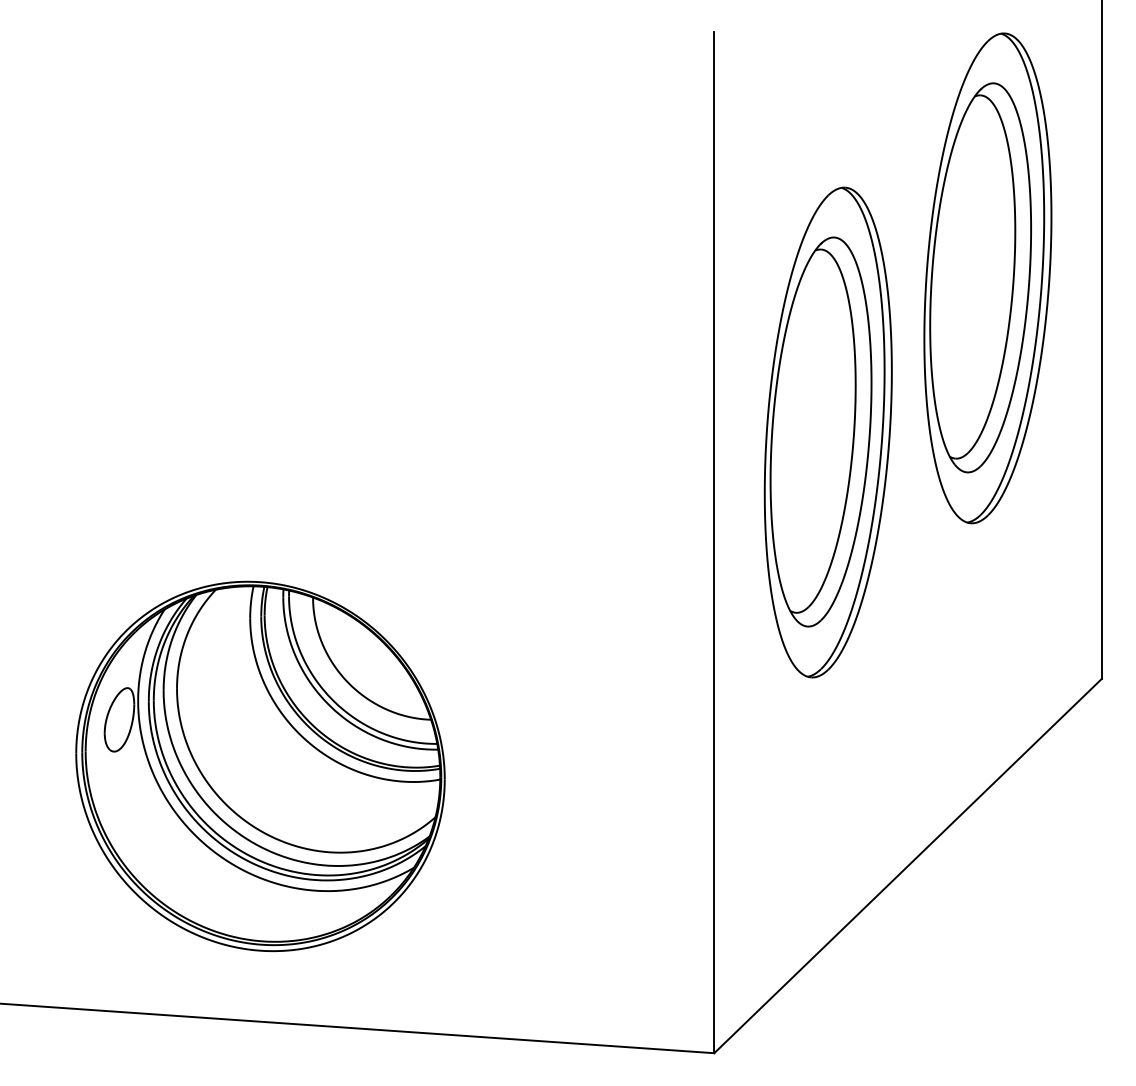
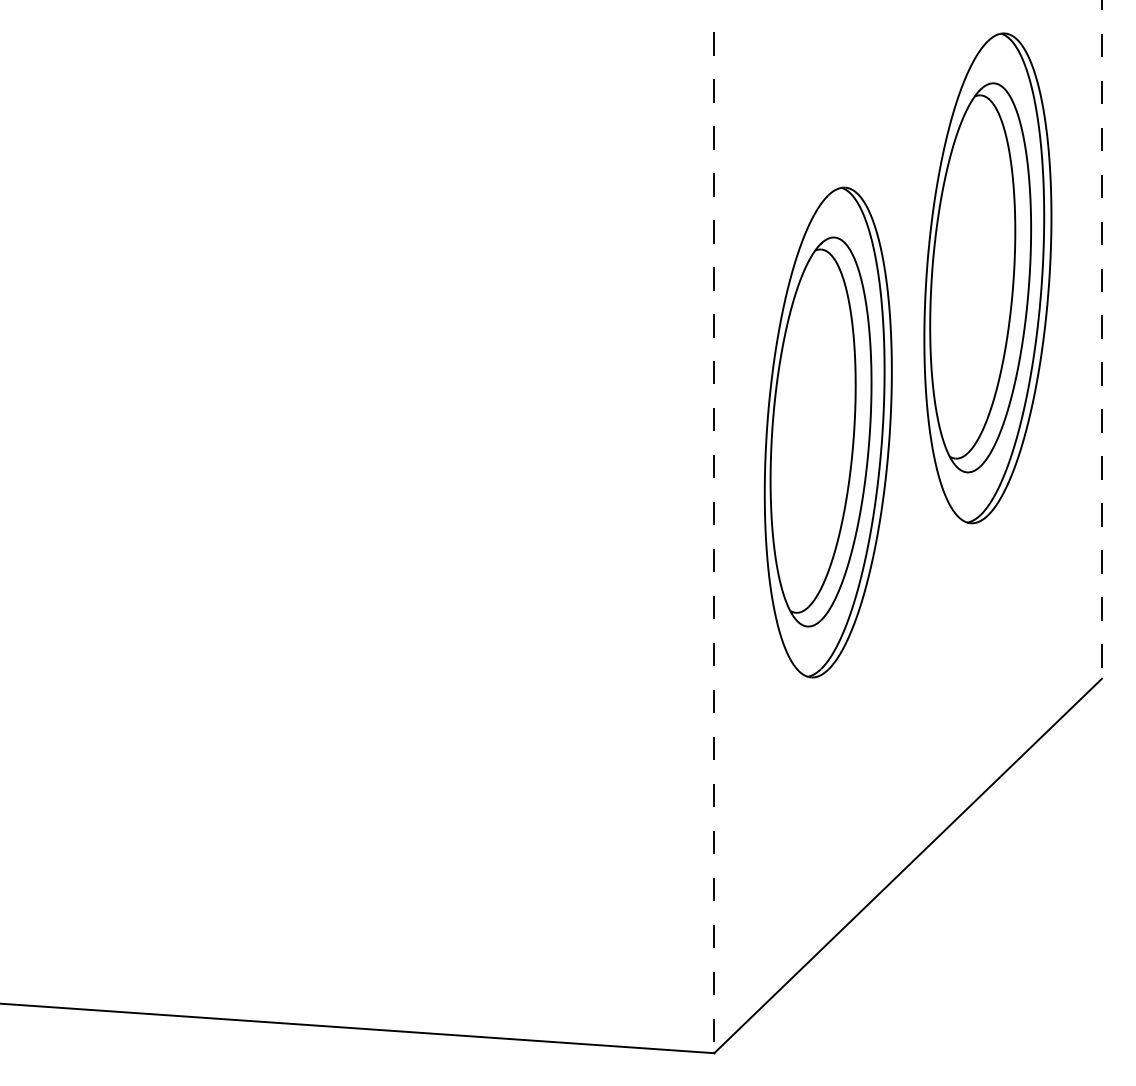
line at (1101, 340): solid -> dashed
line at (714, 542): solid -> dashed
part at (260, 765): present -> none
